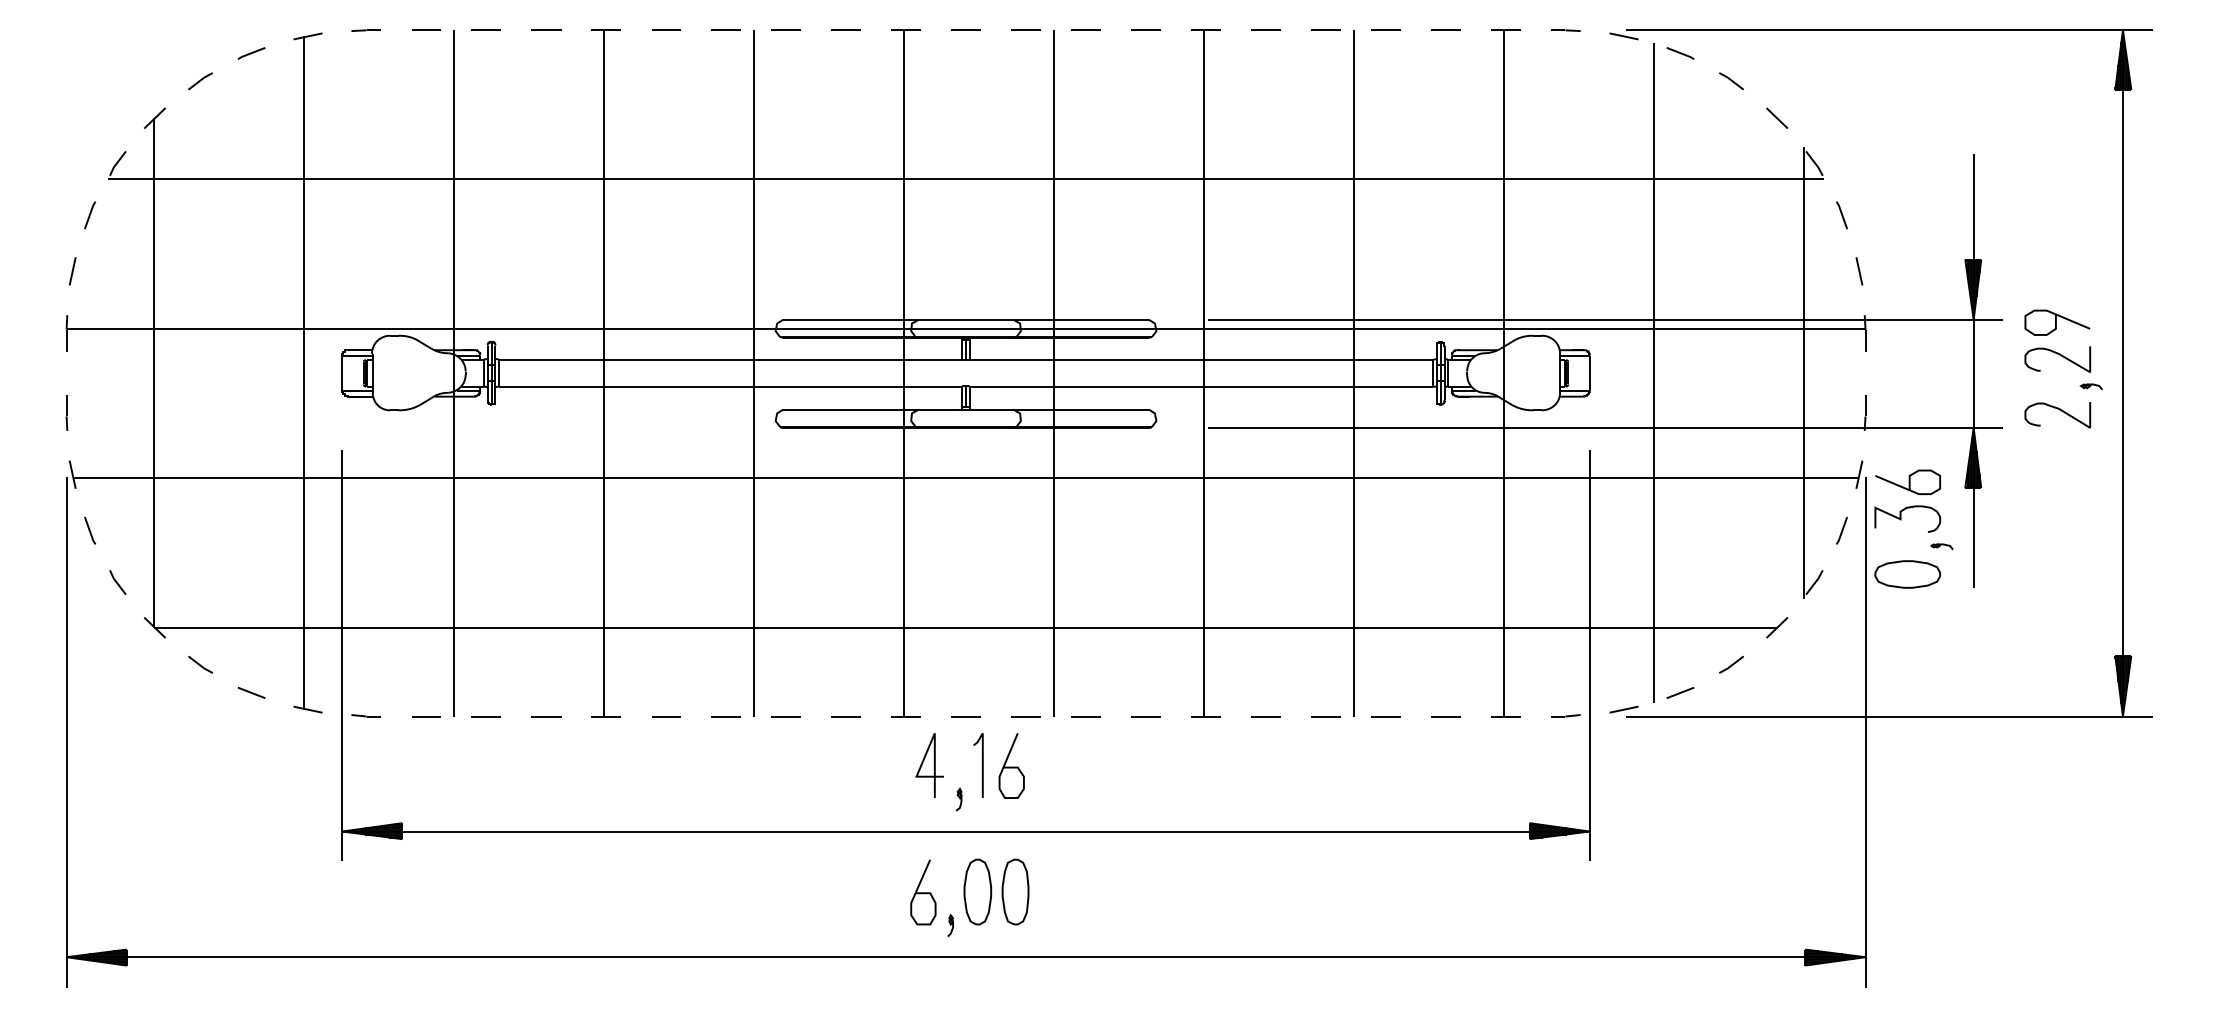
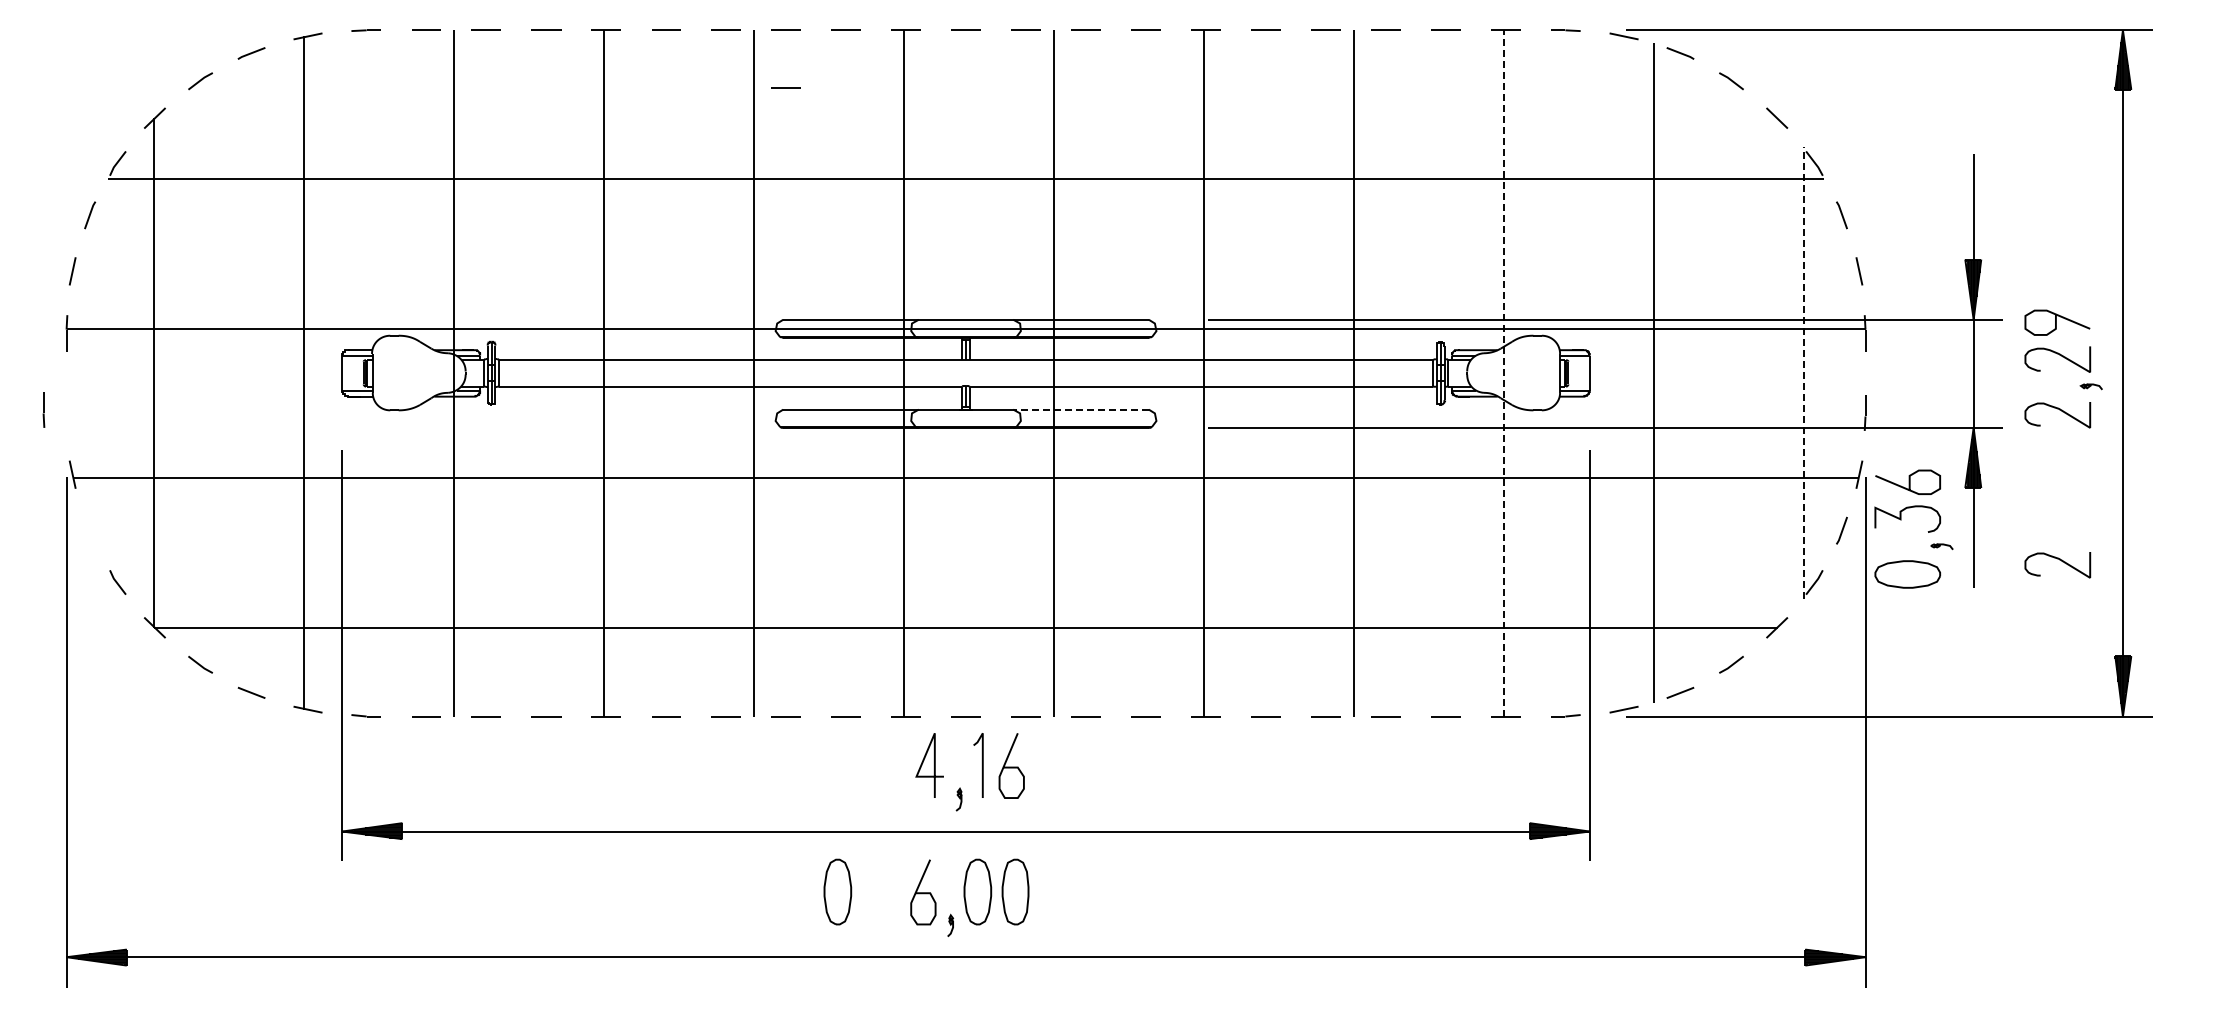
line at (785, 87): none -> present
line at (1503, 372): solid -> dashed
line at (1803, 372): solid -> dashed
line at (1081, 409): solid -> dashed
part at (66, 412) position: (66, 412) -> (43, 409)
line at (90, 530): present -> none
curve at (2059, 560): none -> present
part at (837, 891): none -> present
